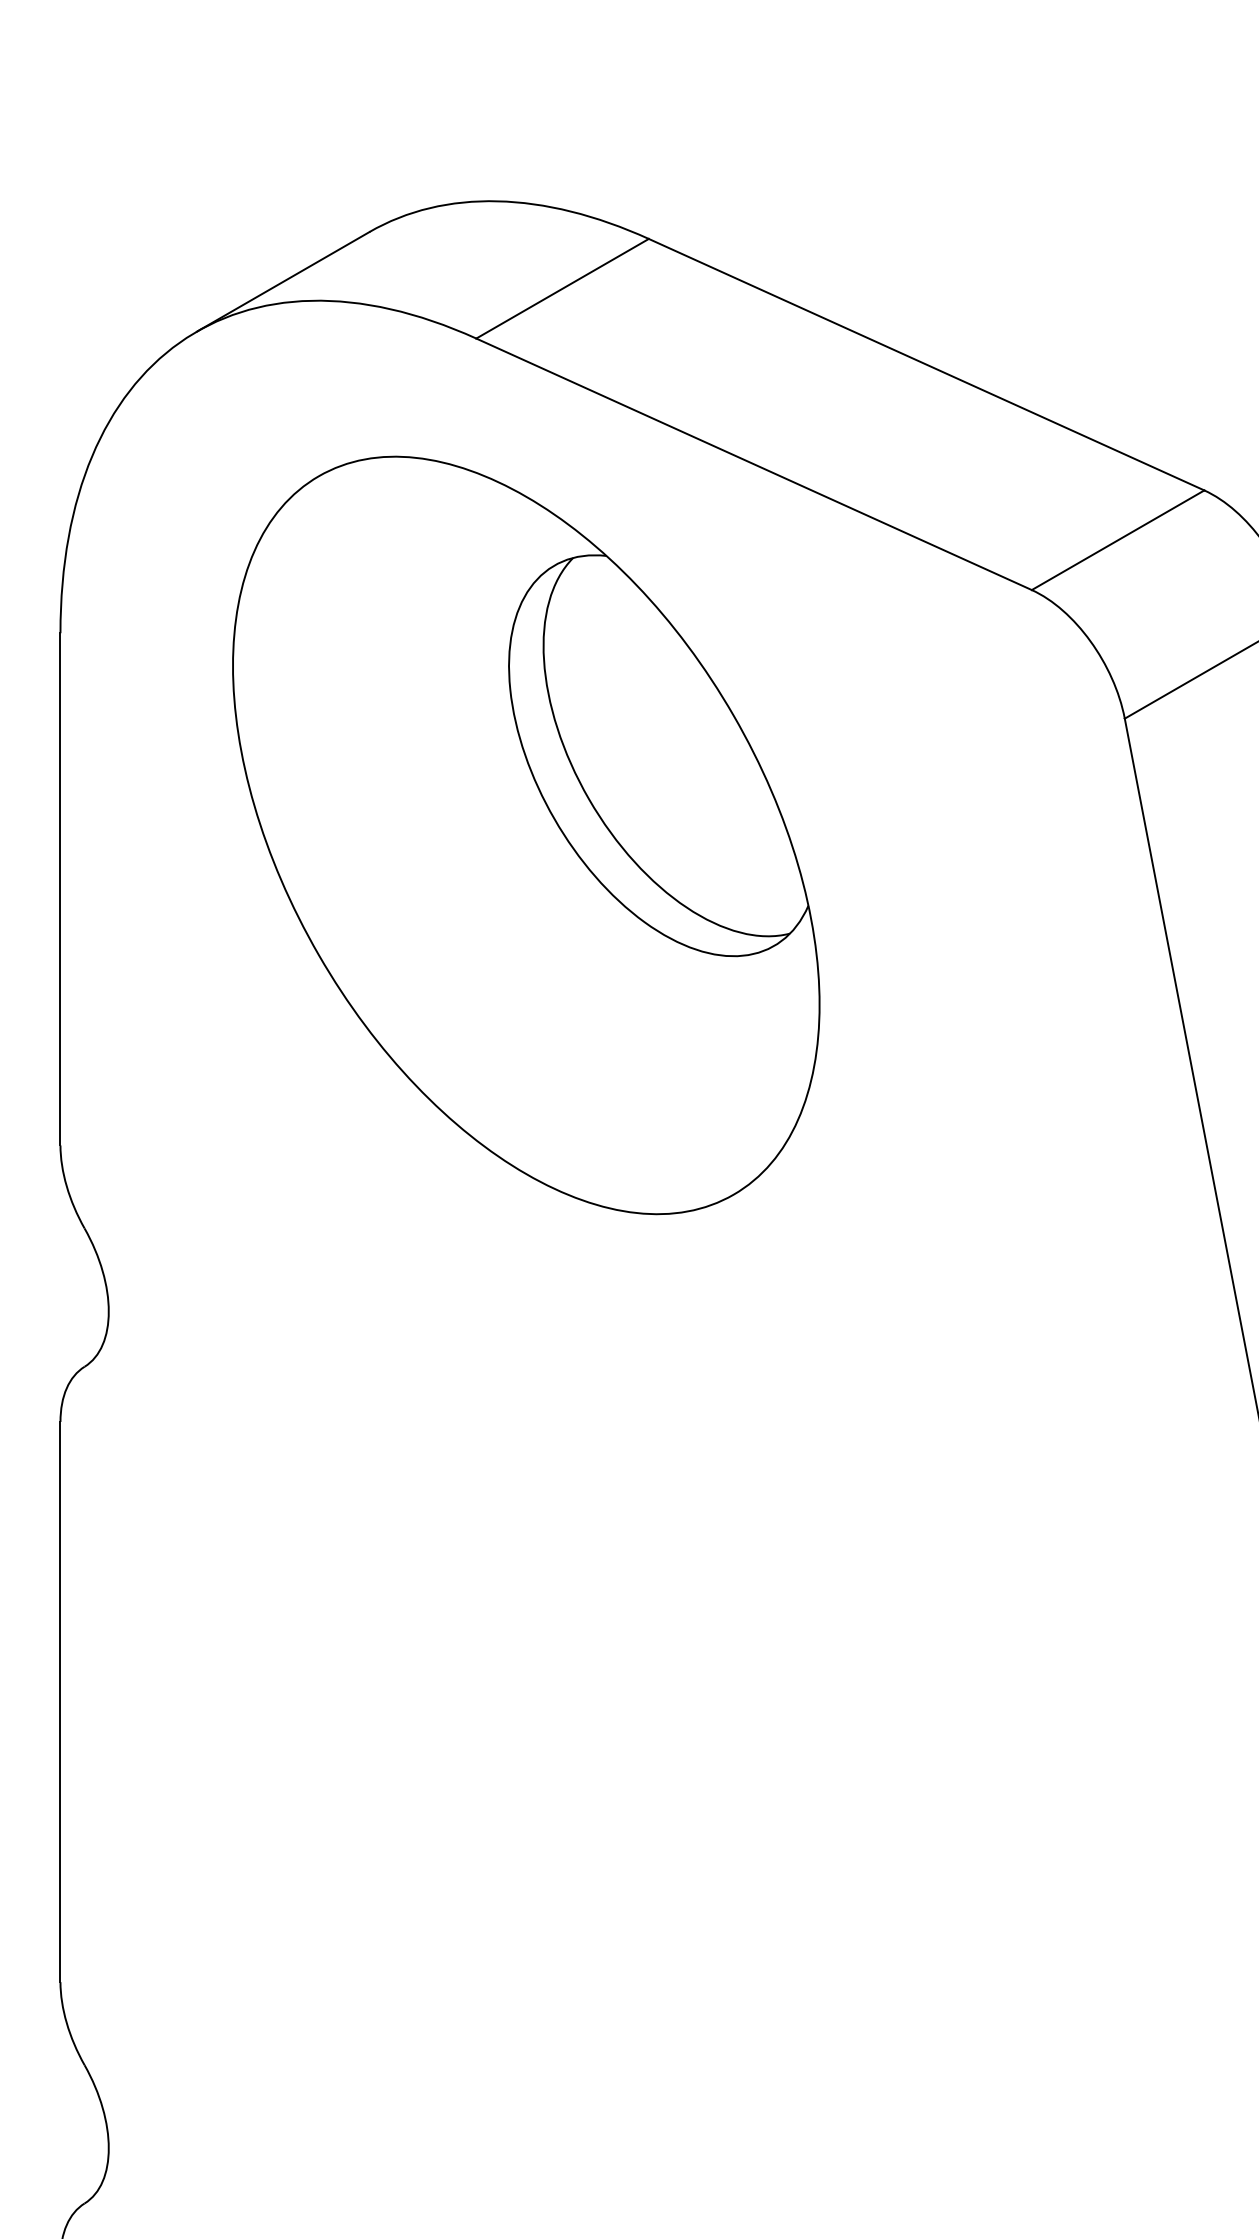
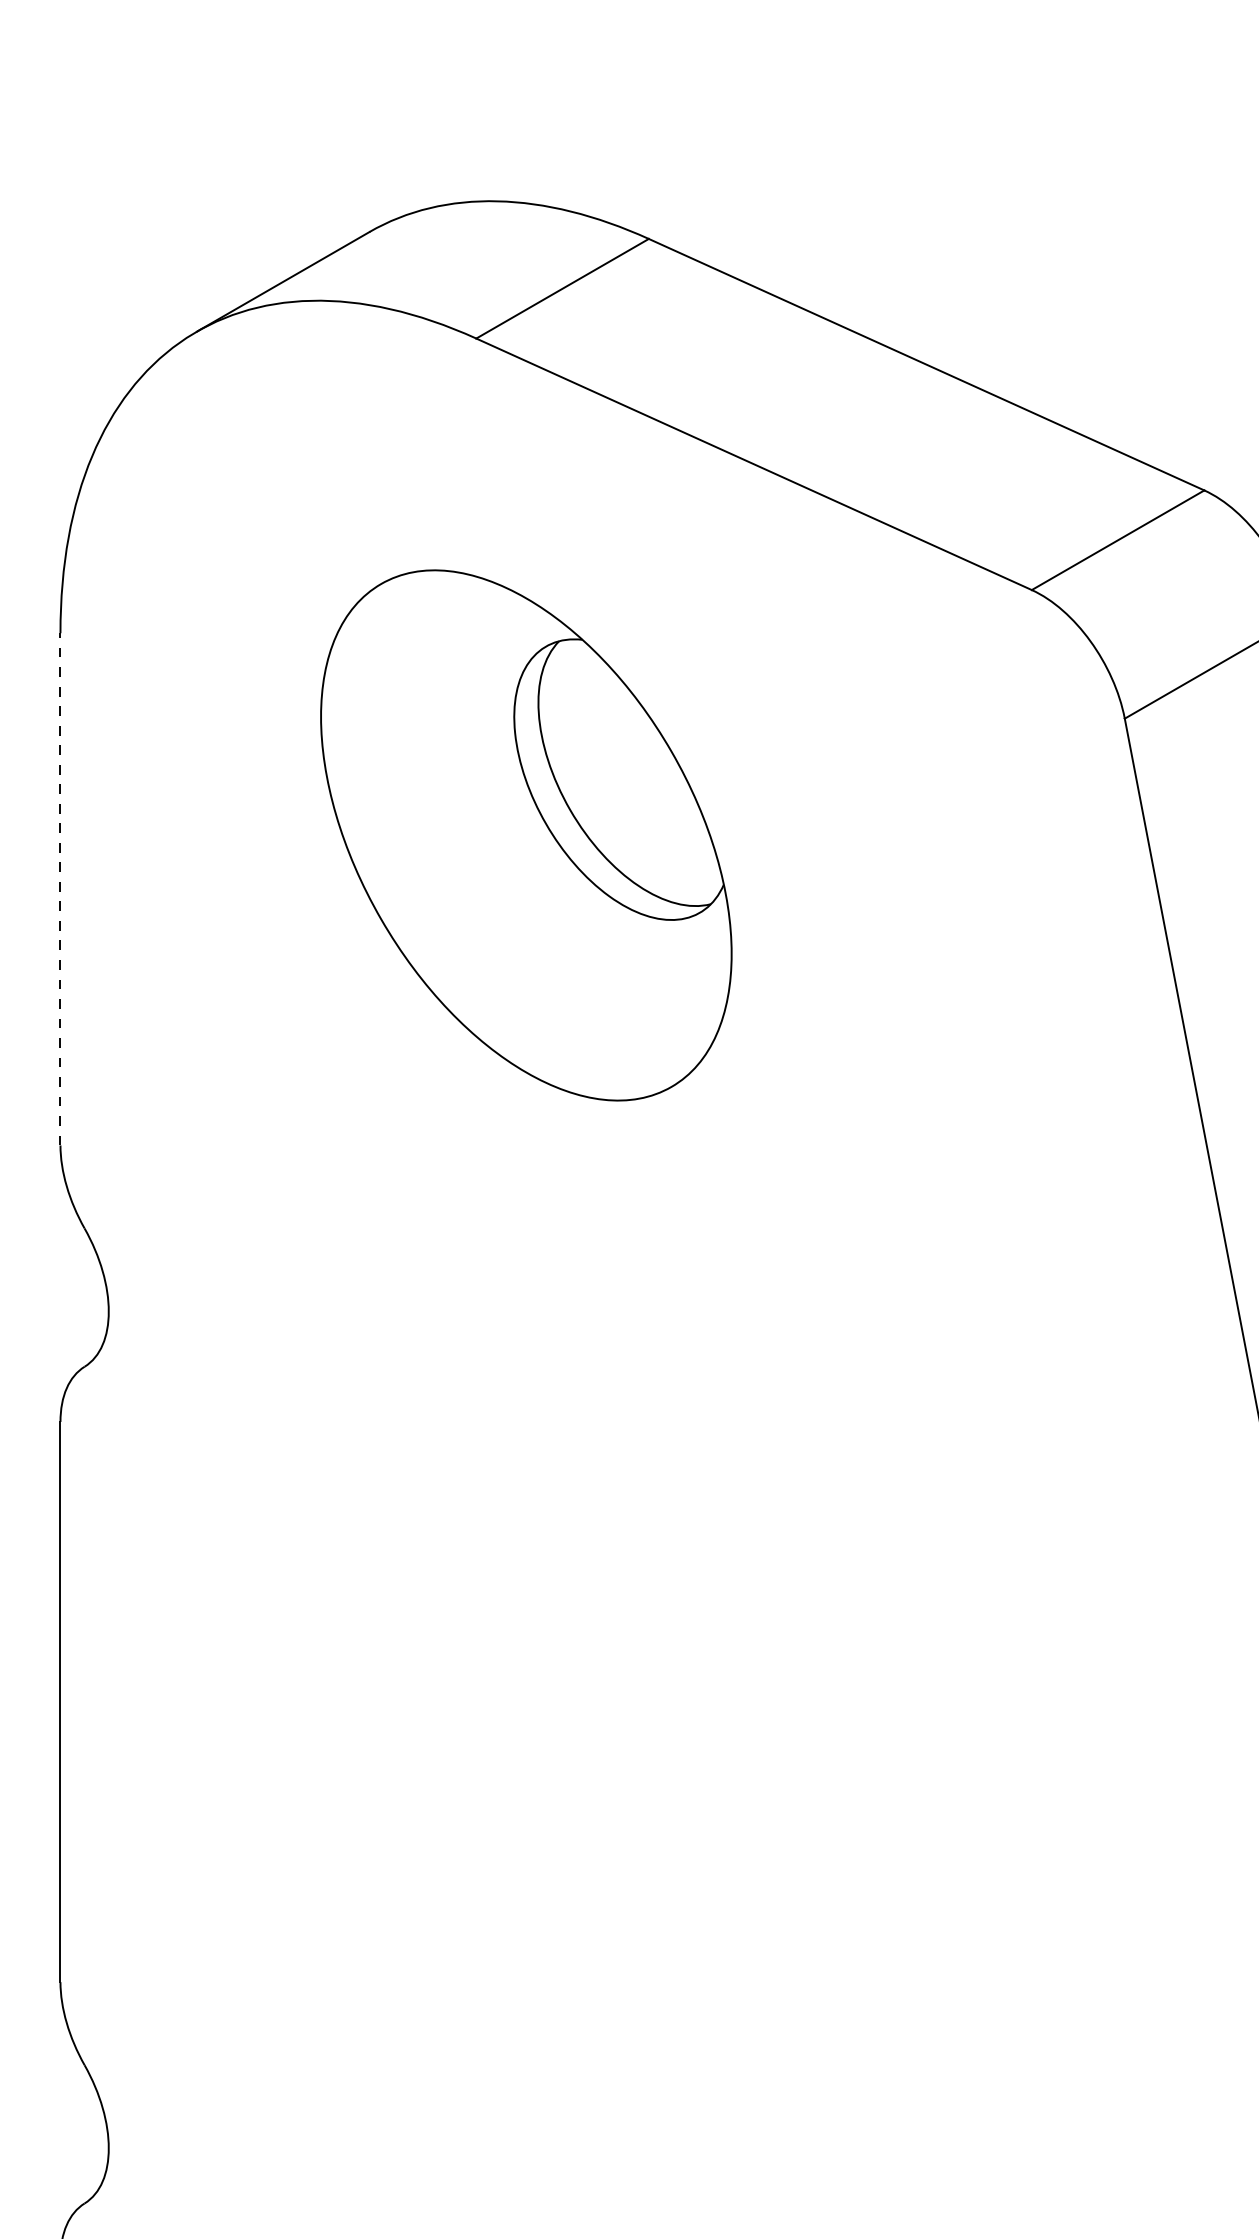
part at (526, 835) size: 589x761 px -> 413x533 px
line at (60, 888): solid -> dashed
